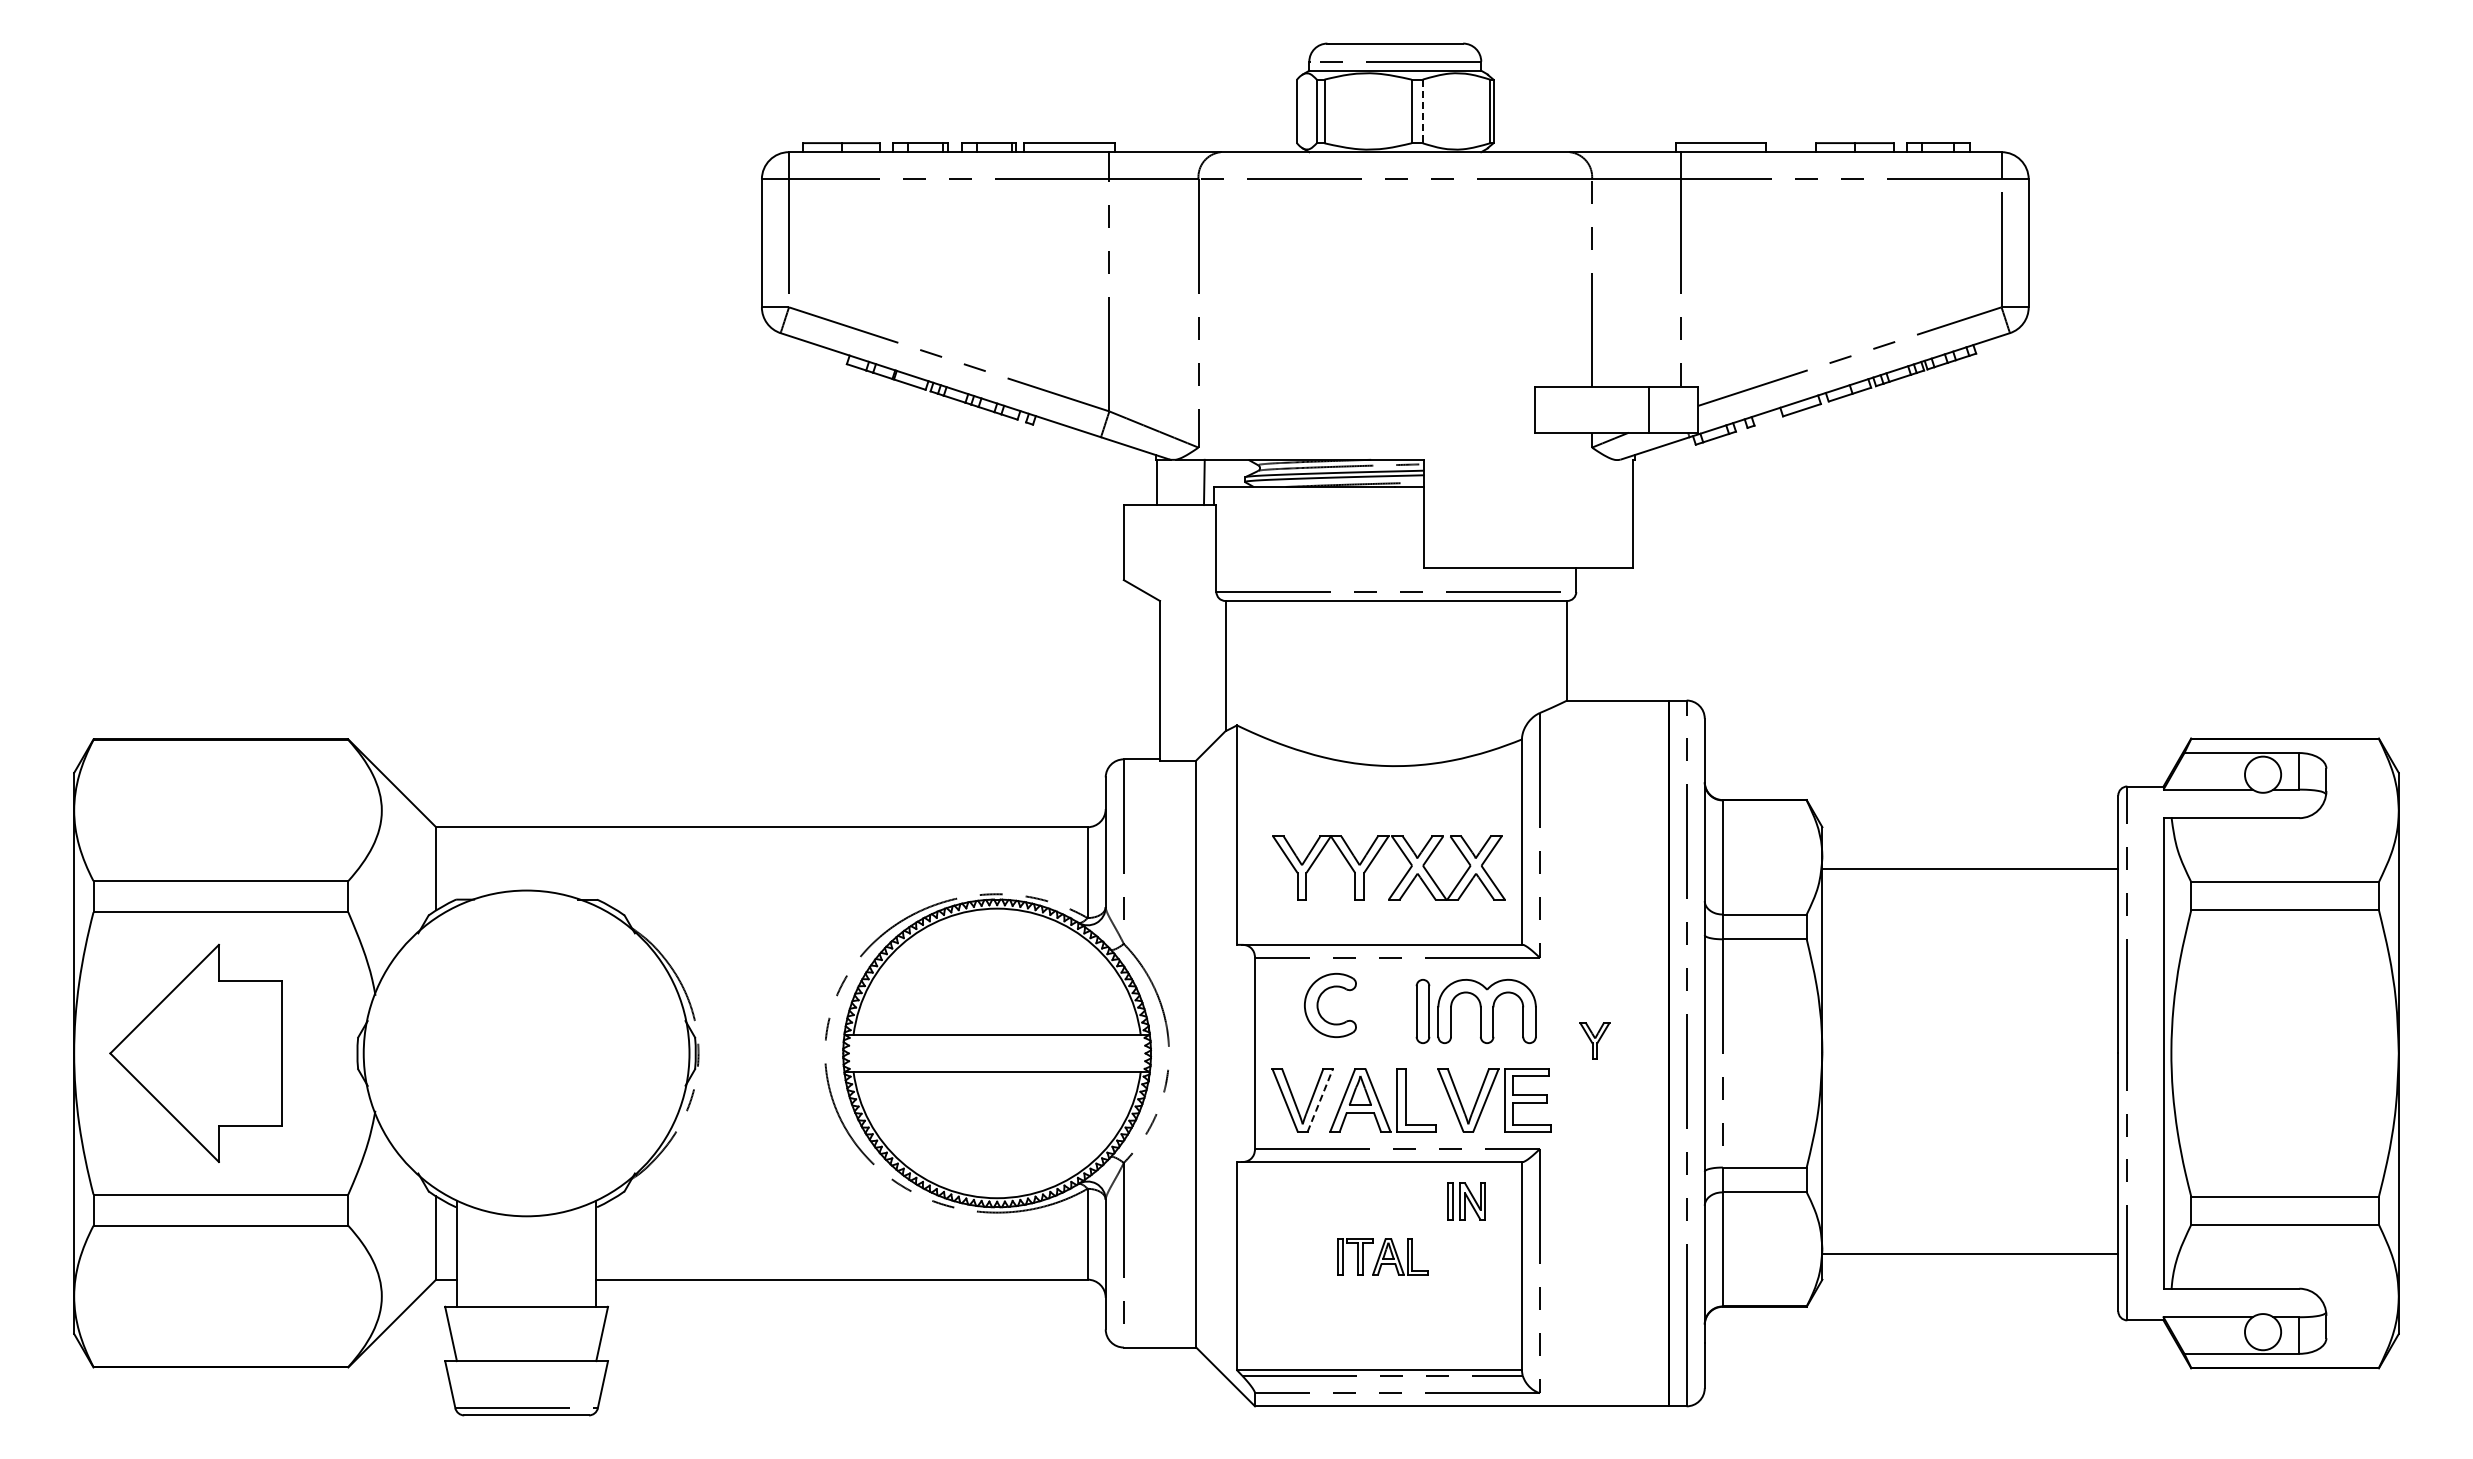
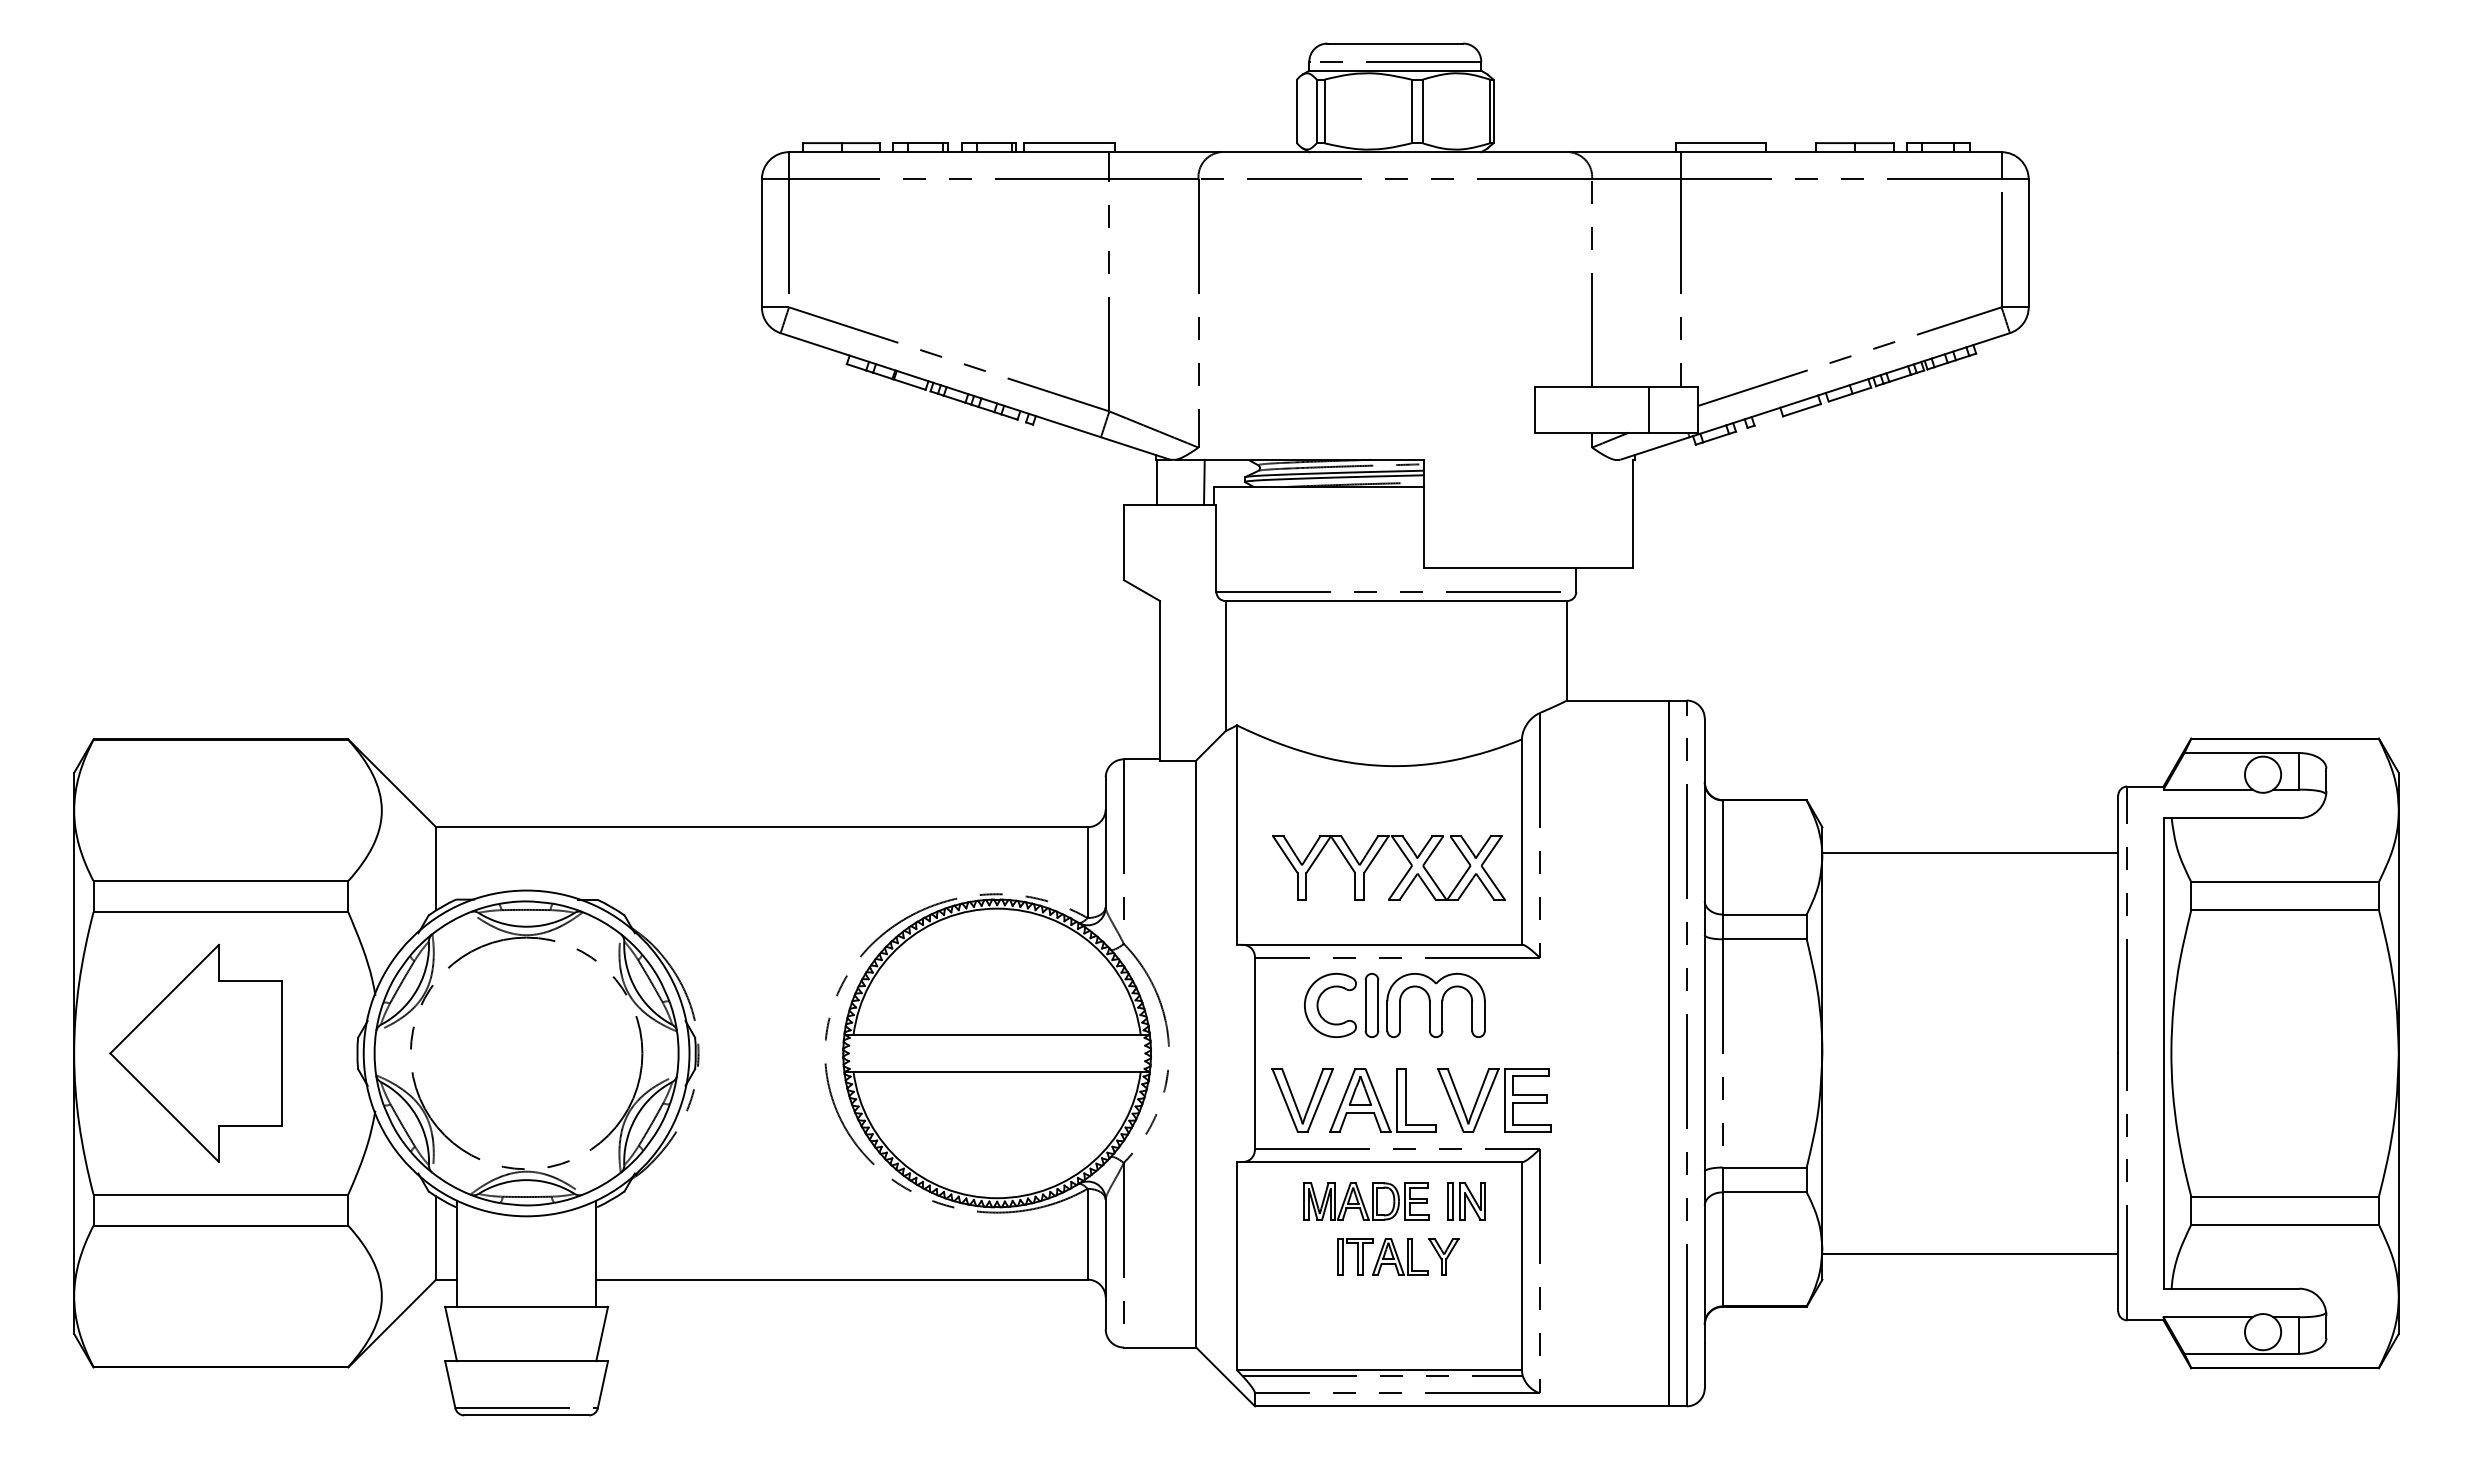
line at (1422, 111): dashed -> solid
line at (1970, 868) position: (1970, 868) -> (1970, 852)
part at (1475, 1011) position: (1475, 1011) -> (1424, 1005)
part at (1594, 1040) position: (1594, 1040) -> (1443, 1256)
part at (526, 1053): none -> present
line at (1320, 1100): dashed -> solid
part at (1366, 1201): none -> present
